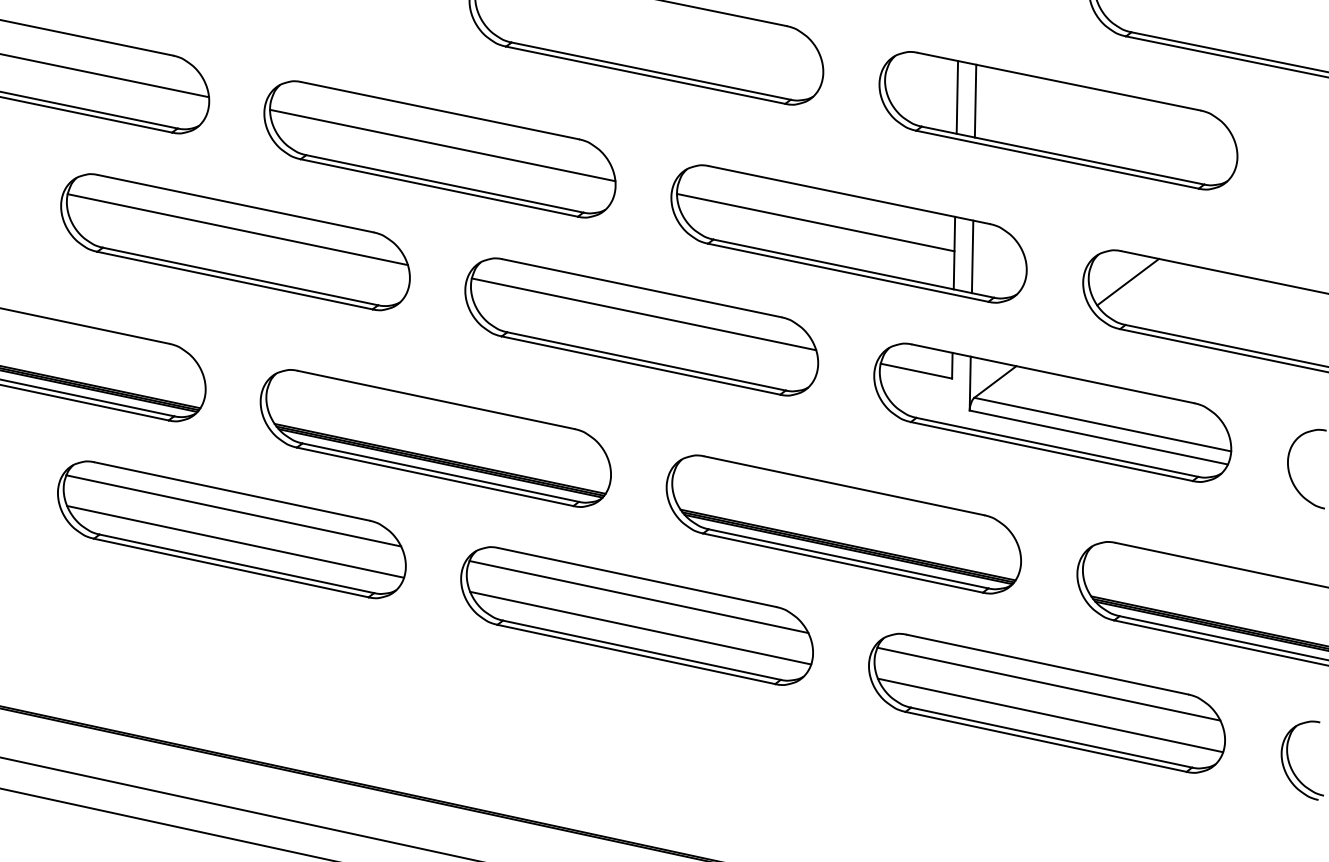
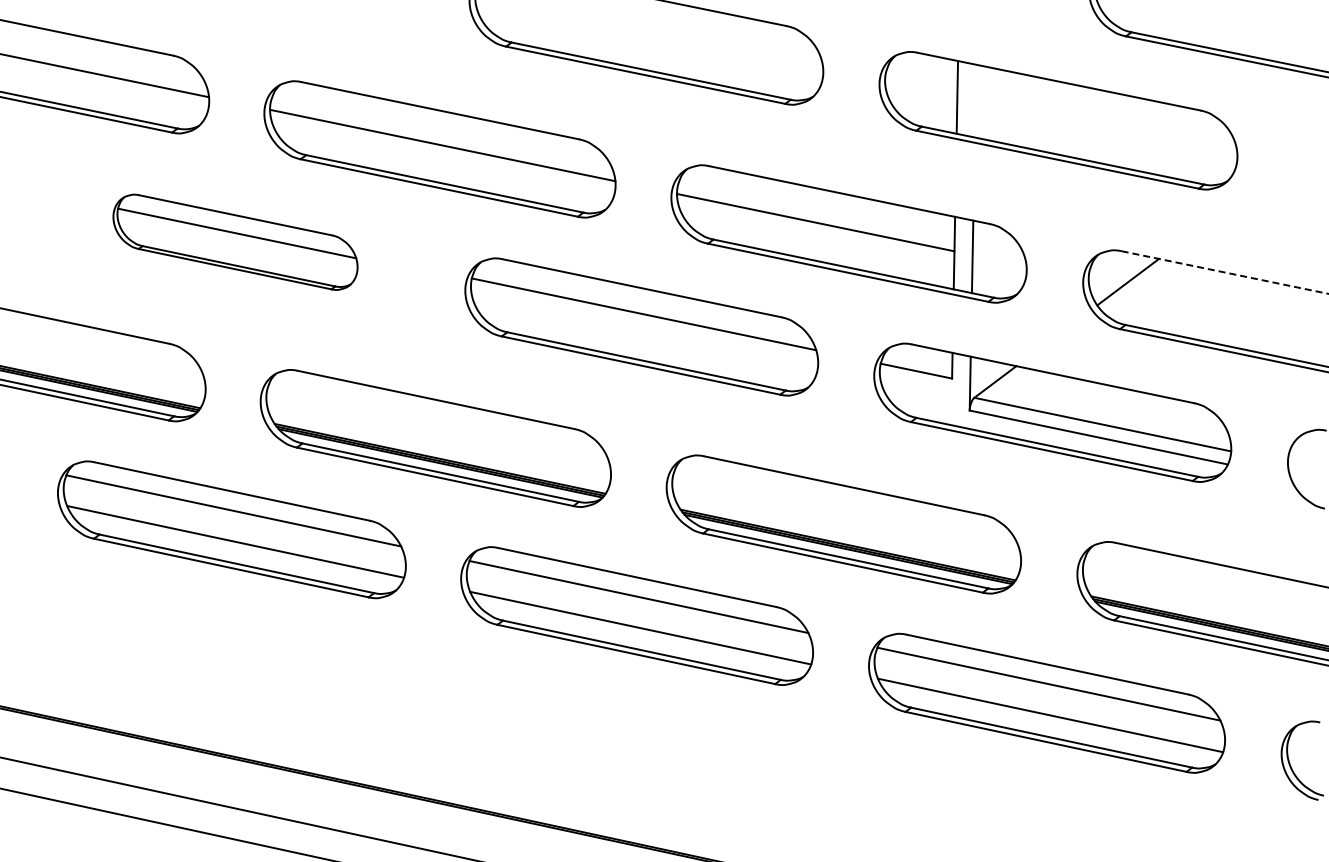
line at (975, 100): present -> none
part at (235, 242) size: 351x139 px -> 247x98 px
line at (1225, 272): solid -> dashed
